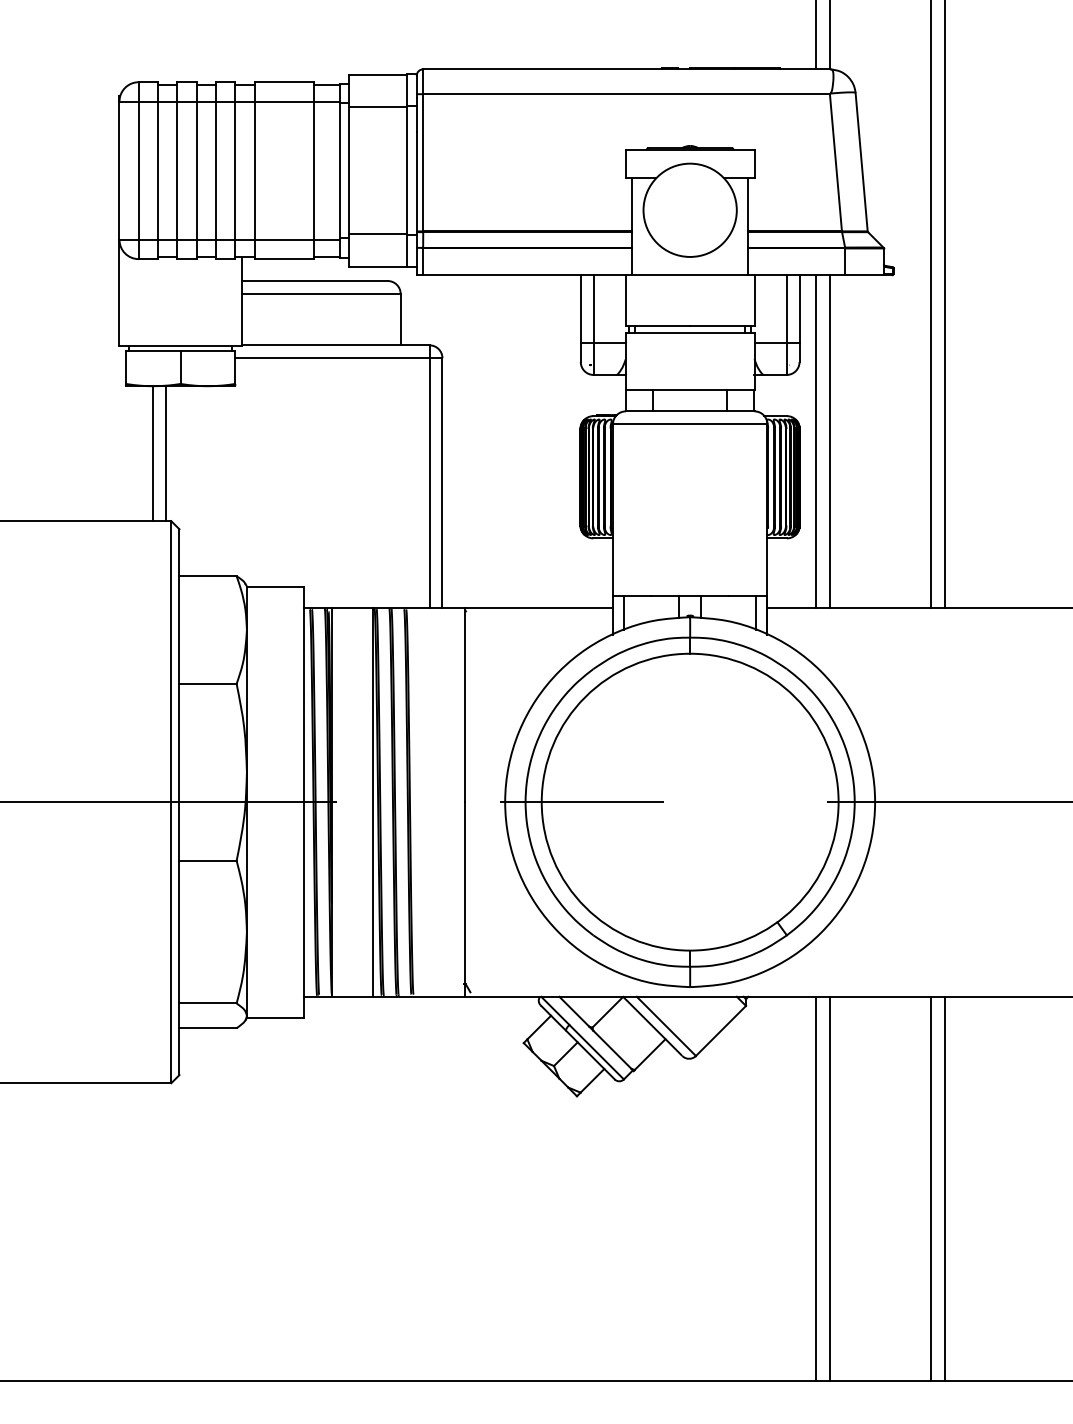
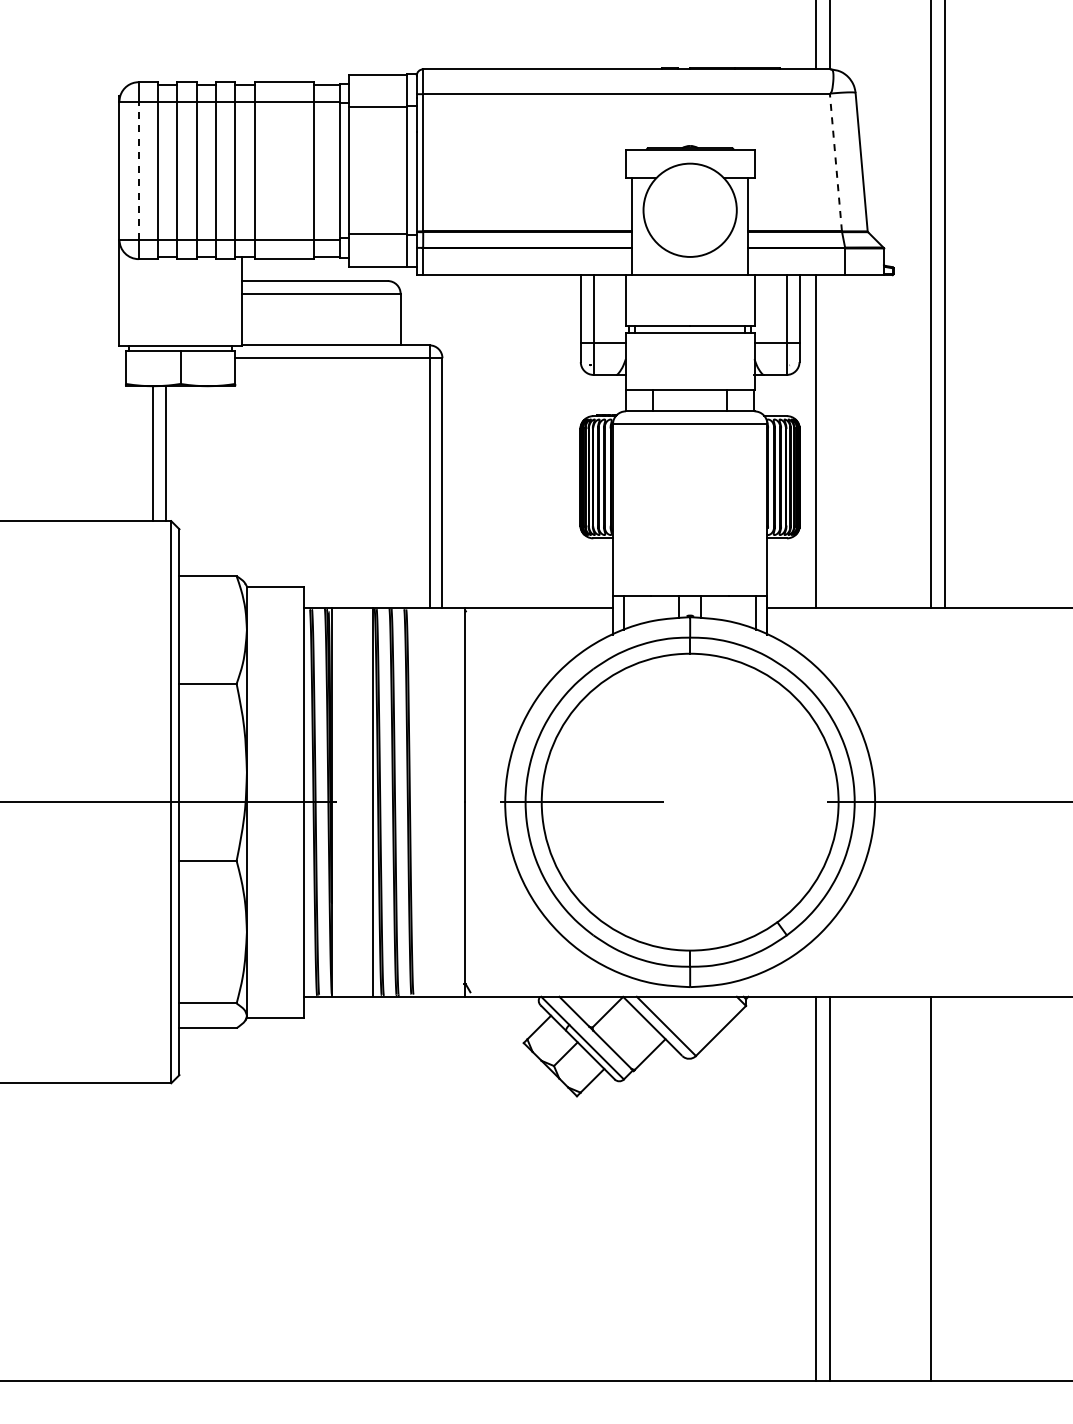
line at (835, 162): solid -> dashed
line at (138, 170): solid -> dashed
line at (829, 441): present -> none
line at (944, 1188): present -> none
